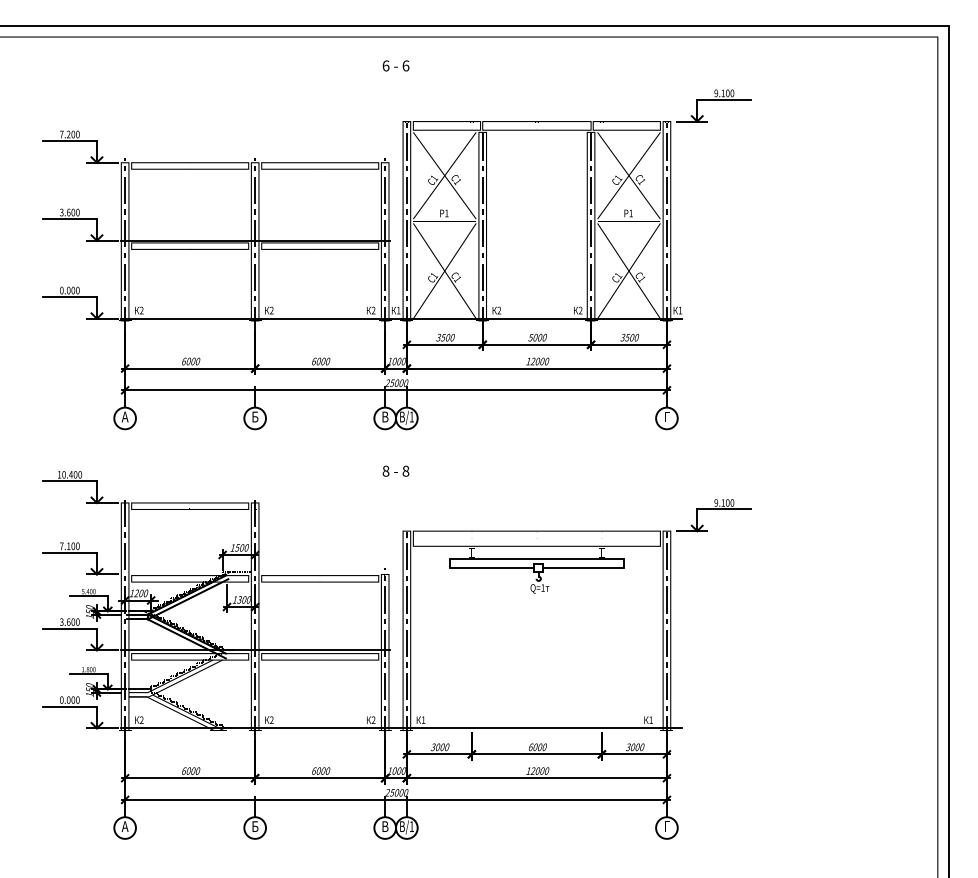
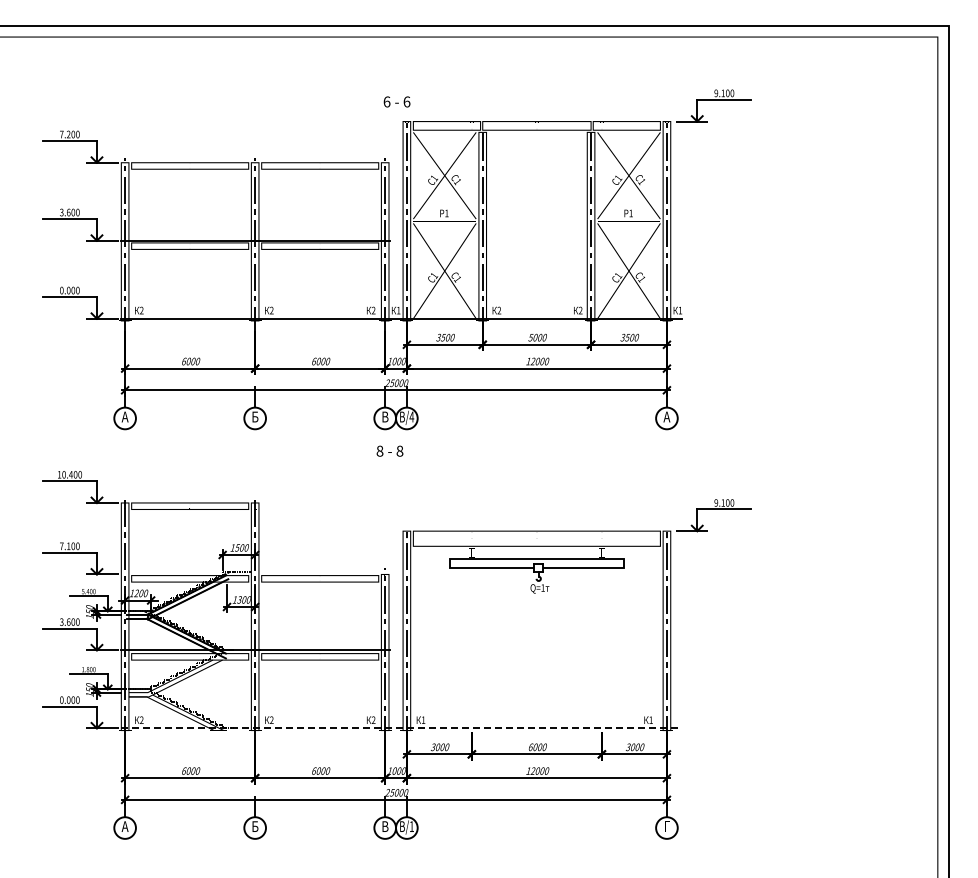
text at (395, 65) position: (395, 65) -> (396, 101)
text at (411, 416): /1 -> /4
text at (666, 416): Г -> А
text at (395, 470) position: (395, 470) -> (389, 450)
line at (401, 728): solid -> dashed
